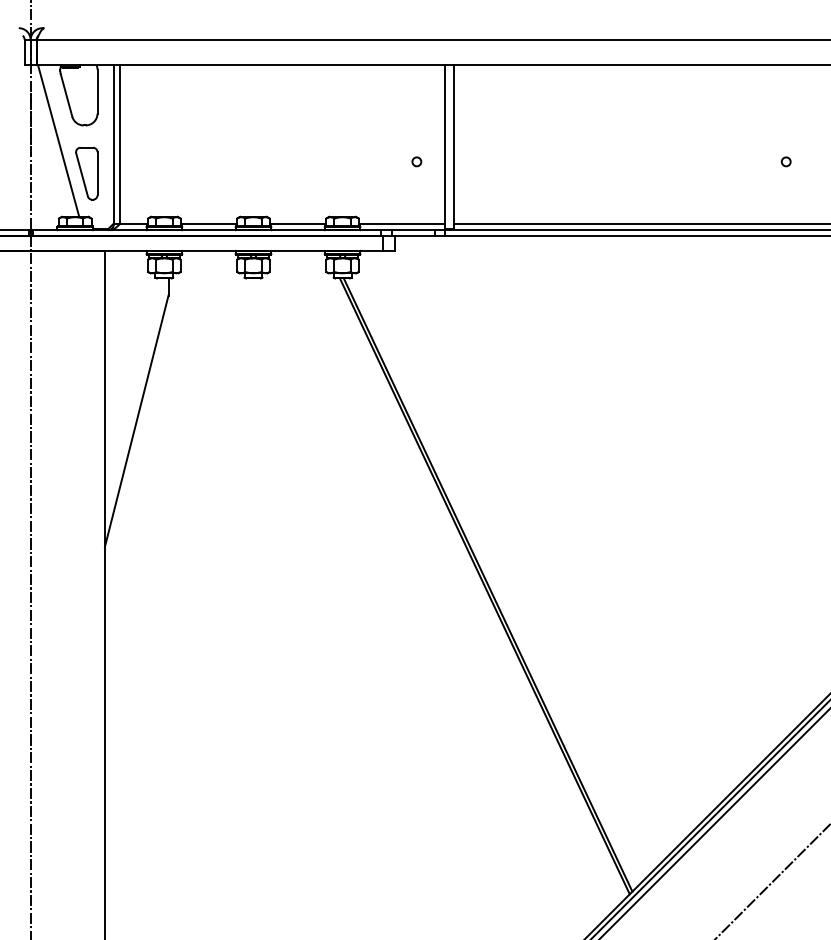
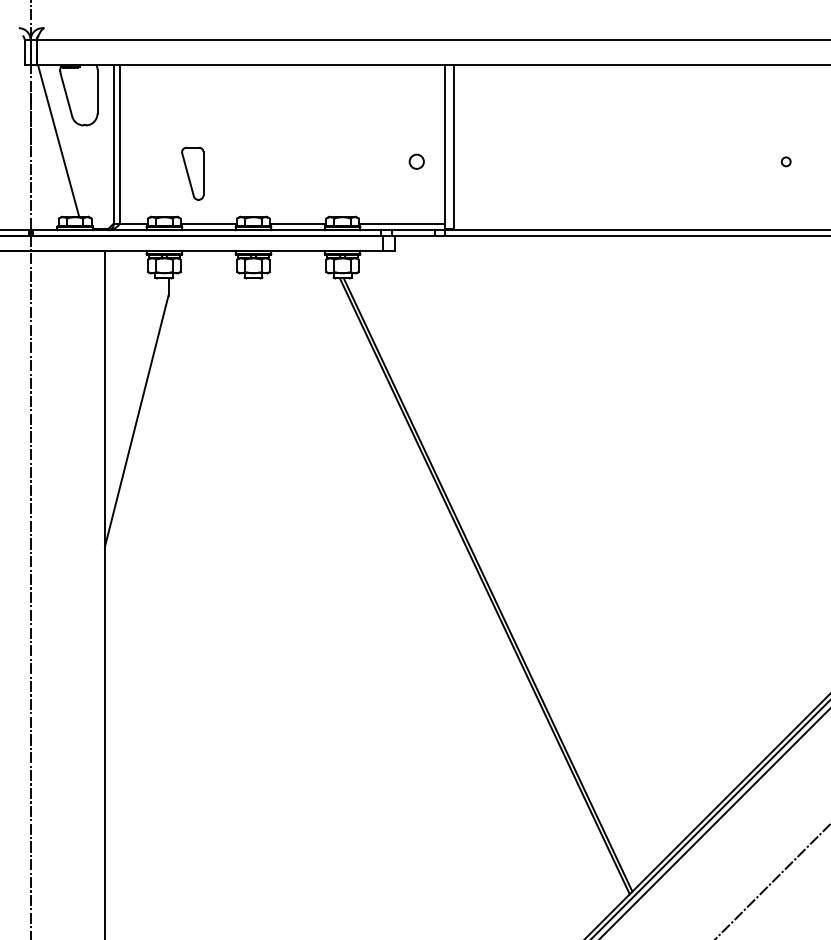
circle at (416, 161) size: 12x12 px -> 17x17 px
part at (86, 173) position: (86, 173) -> (192, 173)
line at (640, 224): present -> none
